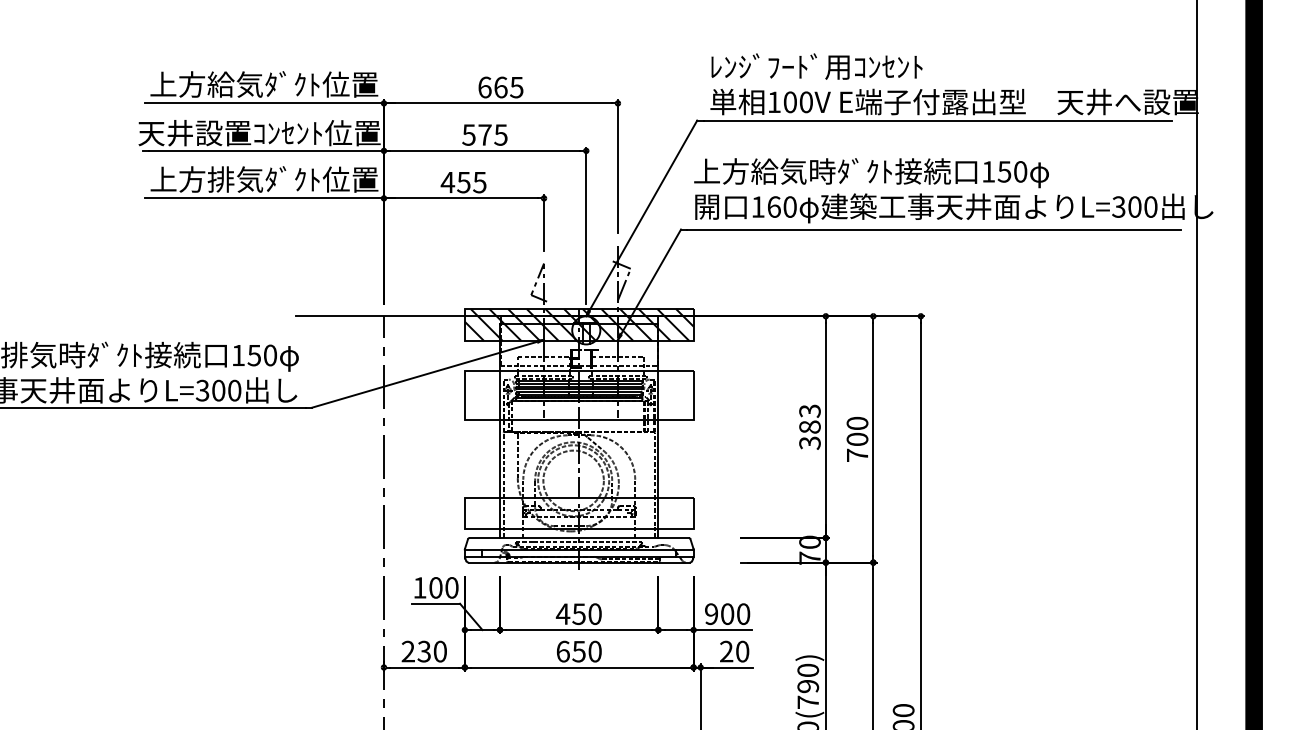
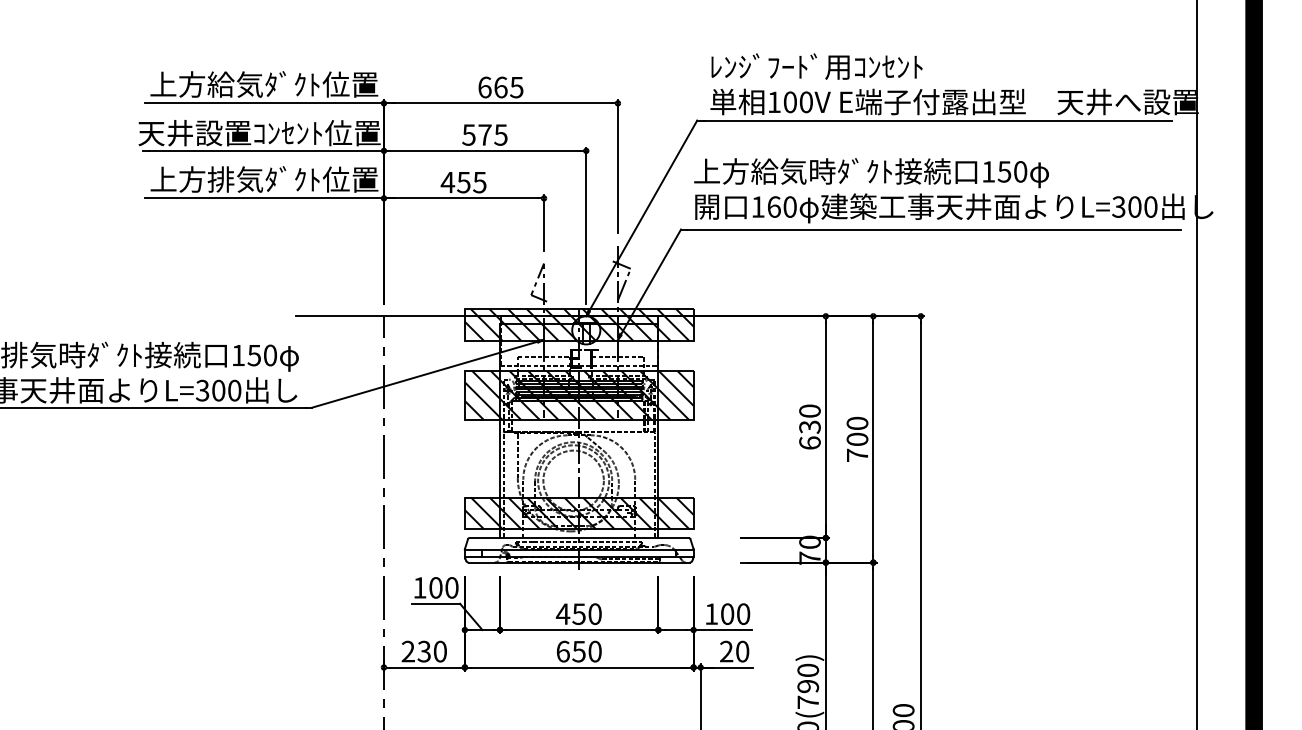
hatch at (578, 395): none -> present
text at (809, 426): 383 -> 630
hatch at (578, 513): none -> present
text at (711, 614): 900 -> 100
